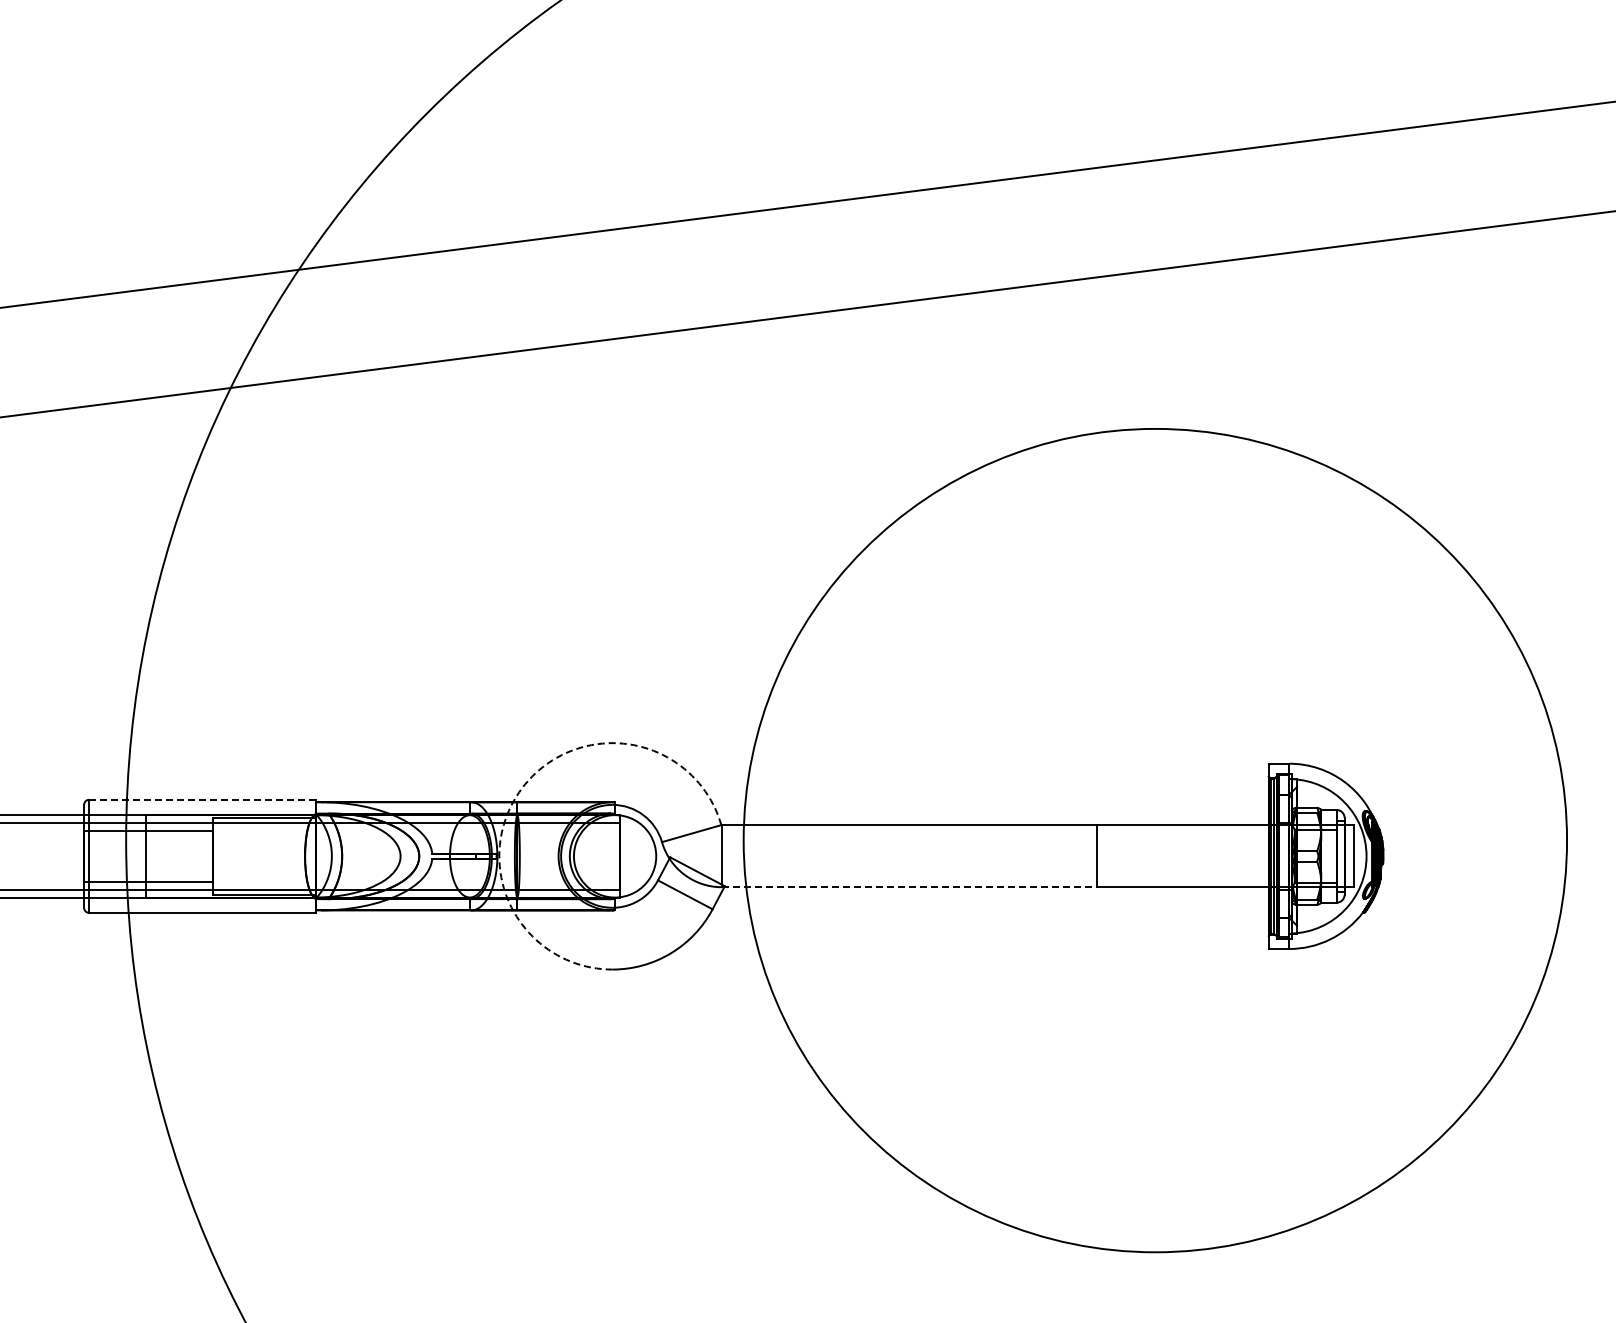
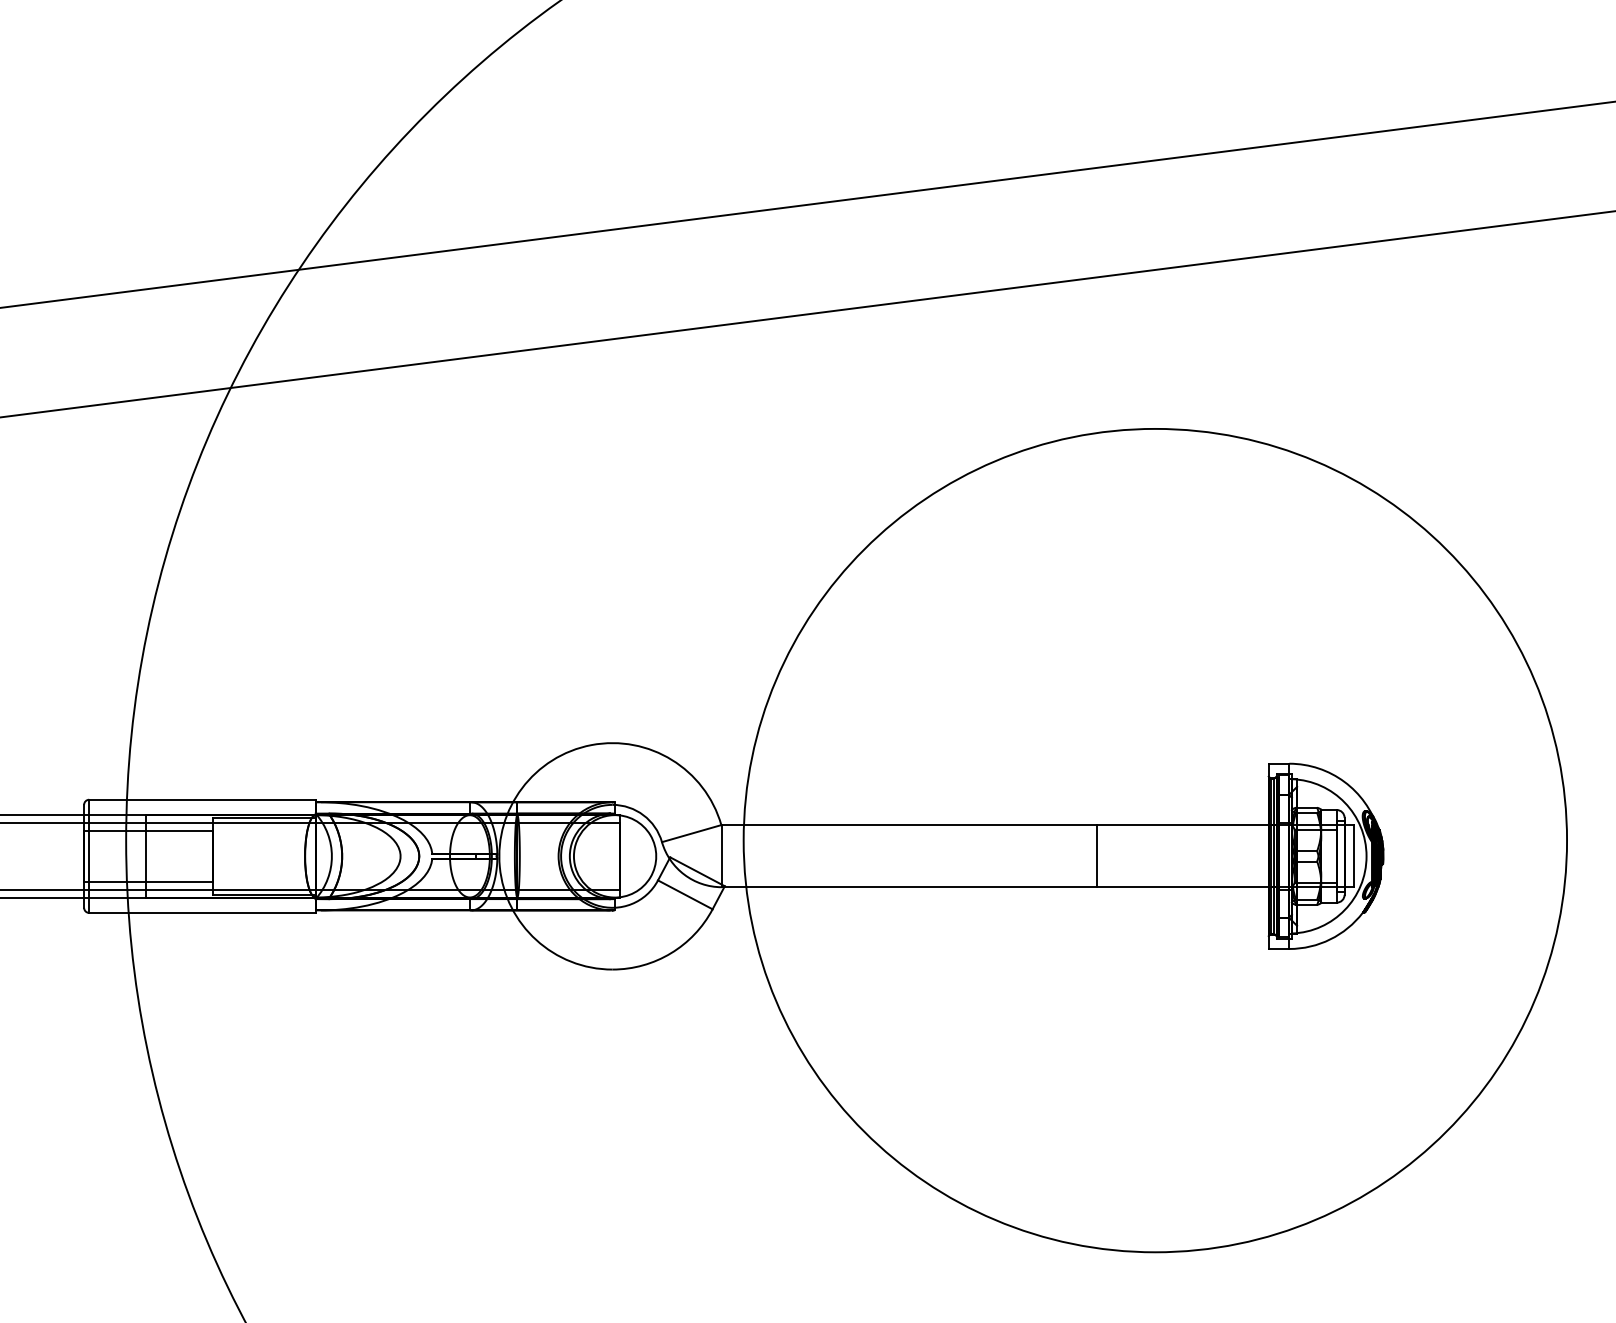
arc at (522, 788): dashed -> solid
line at (201, 799): dashed -> solid
line at (909, 887): dashed -> solid
